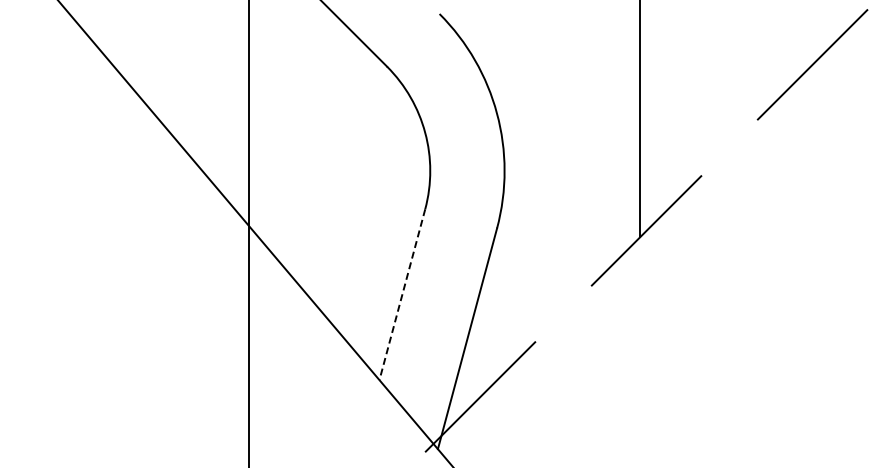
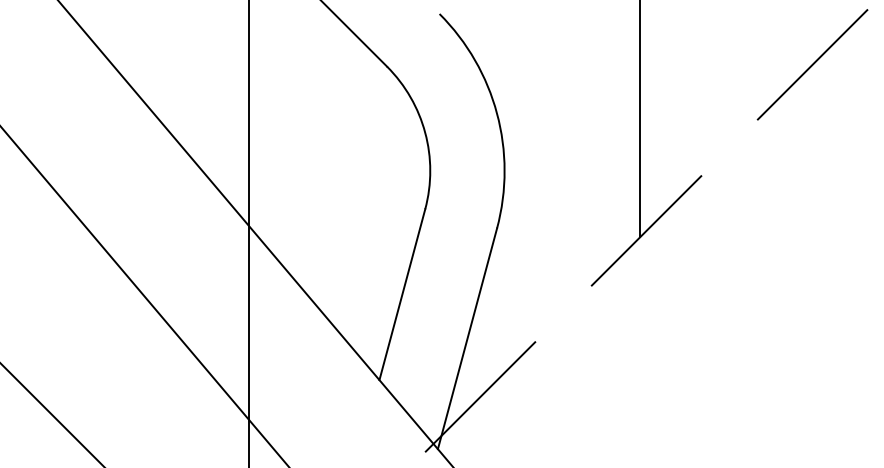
line at (402, 295): dashed -> solid
line at (144, 296): none -> present
line at (51, 414): none -> present
